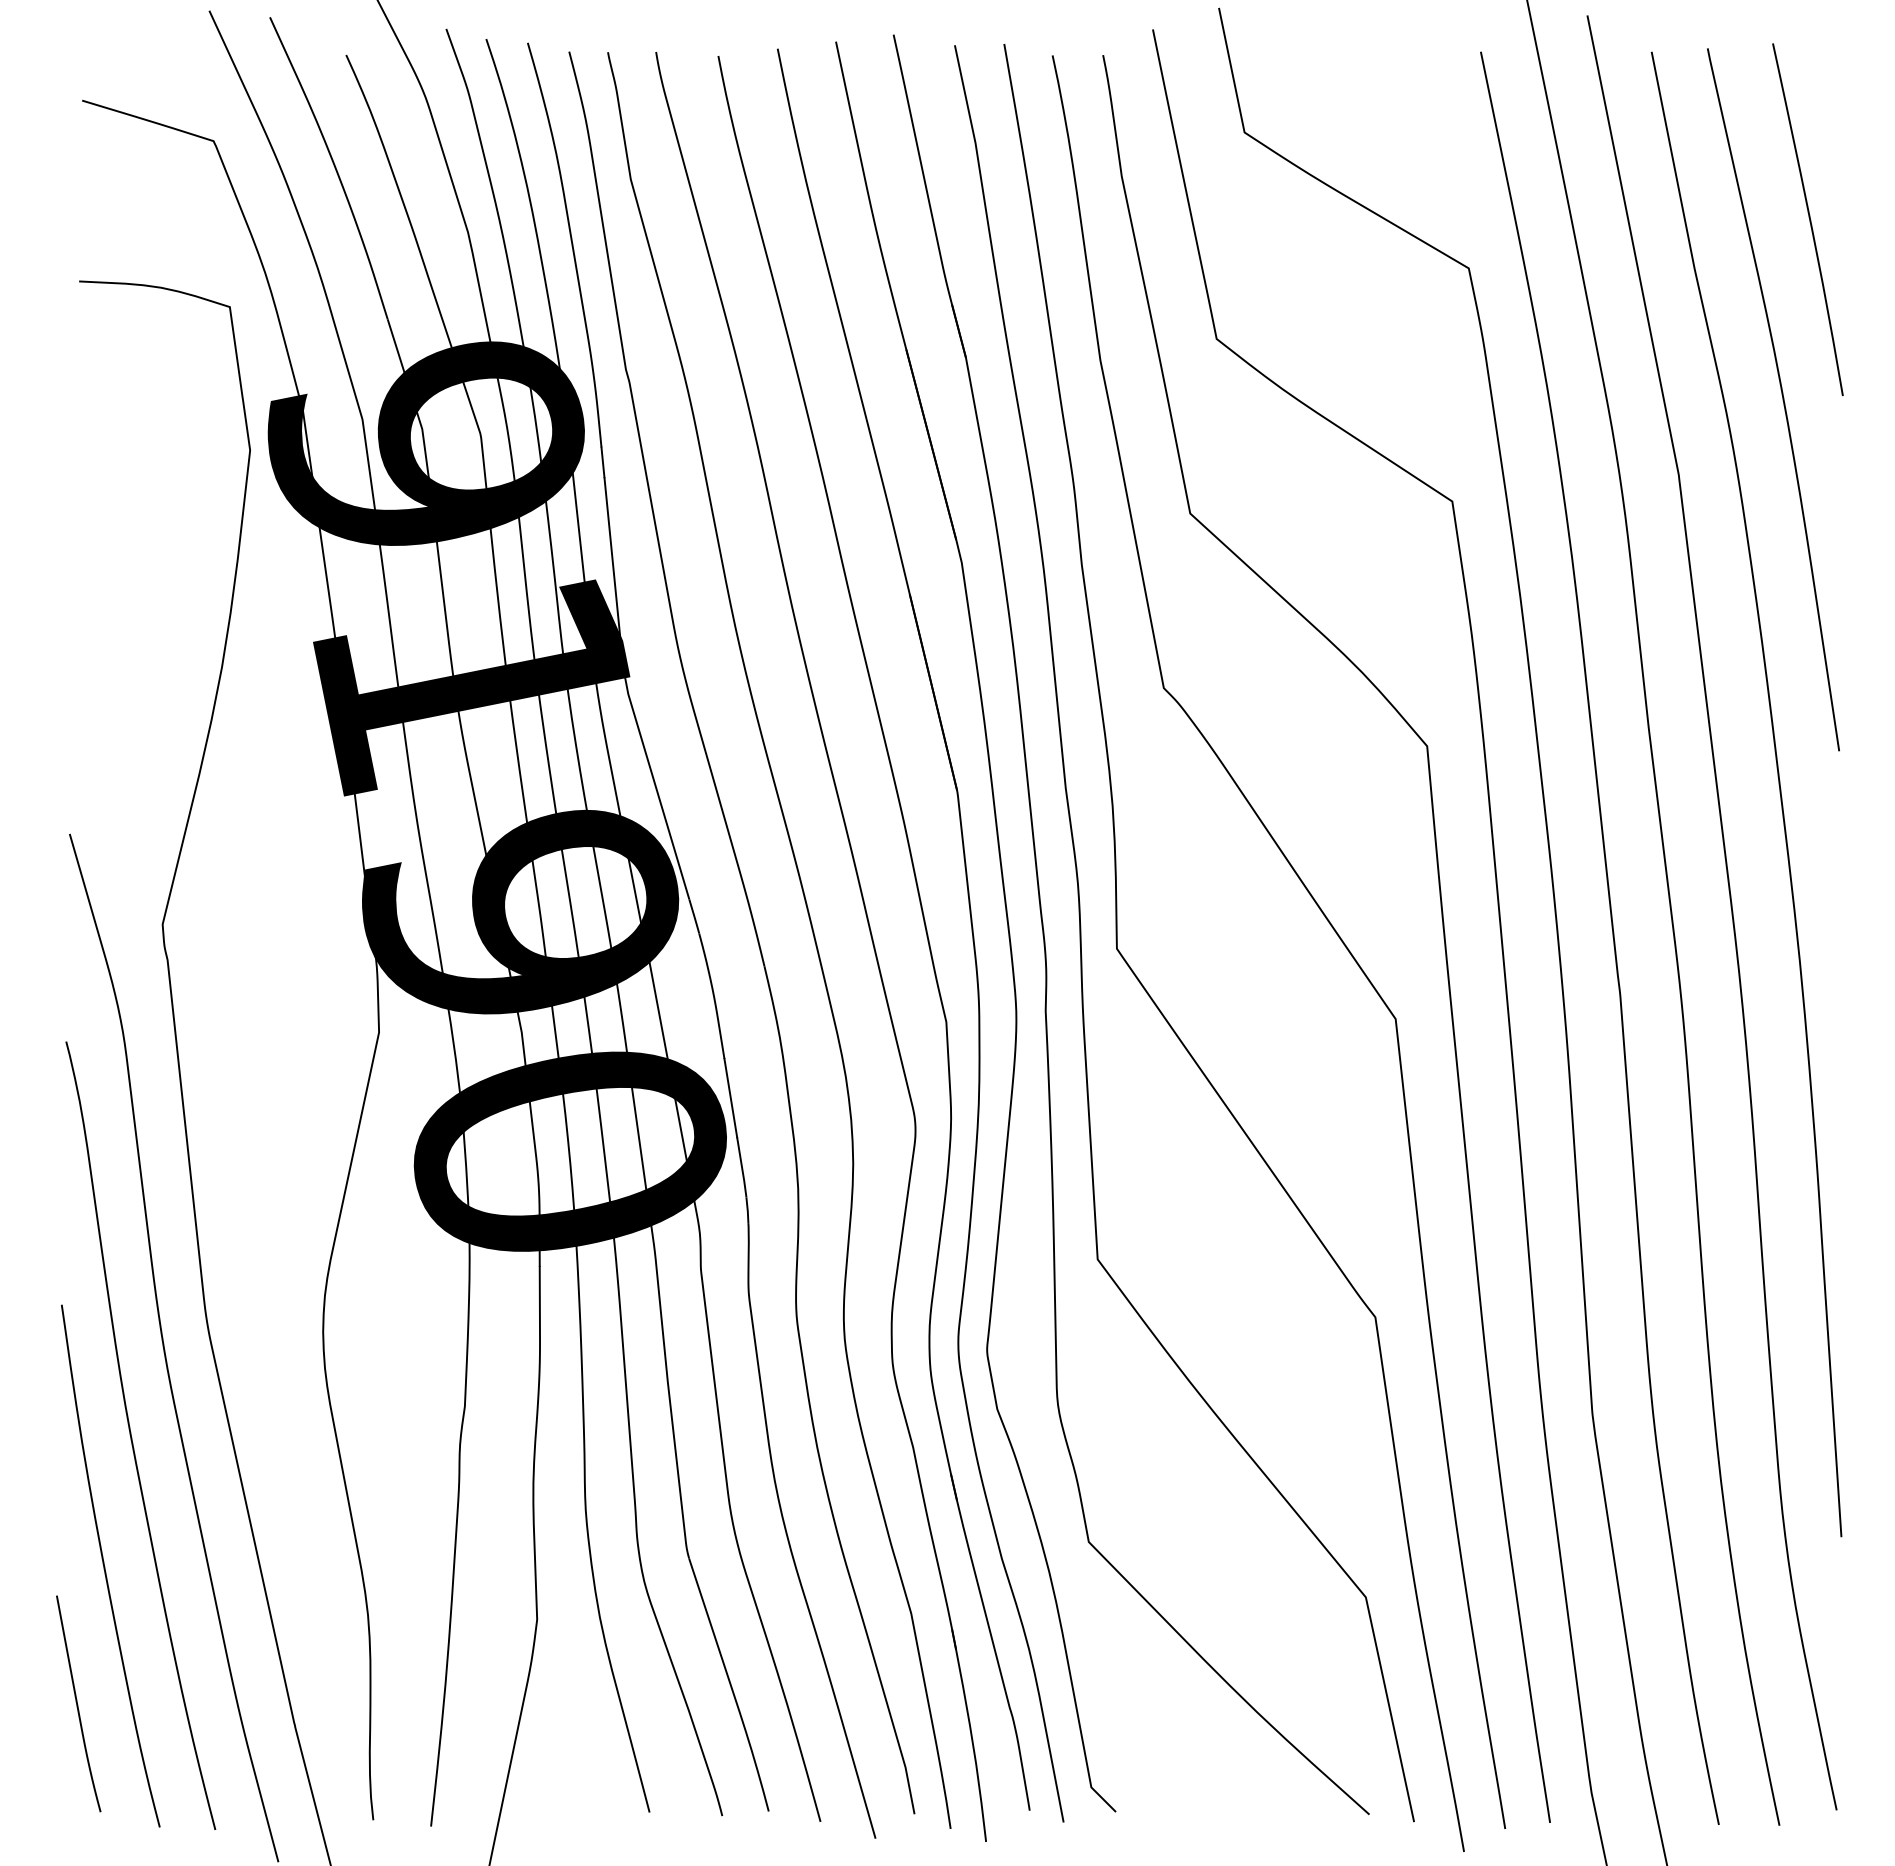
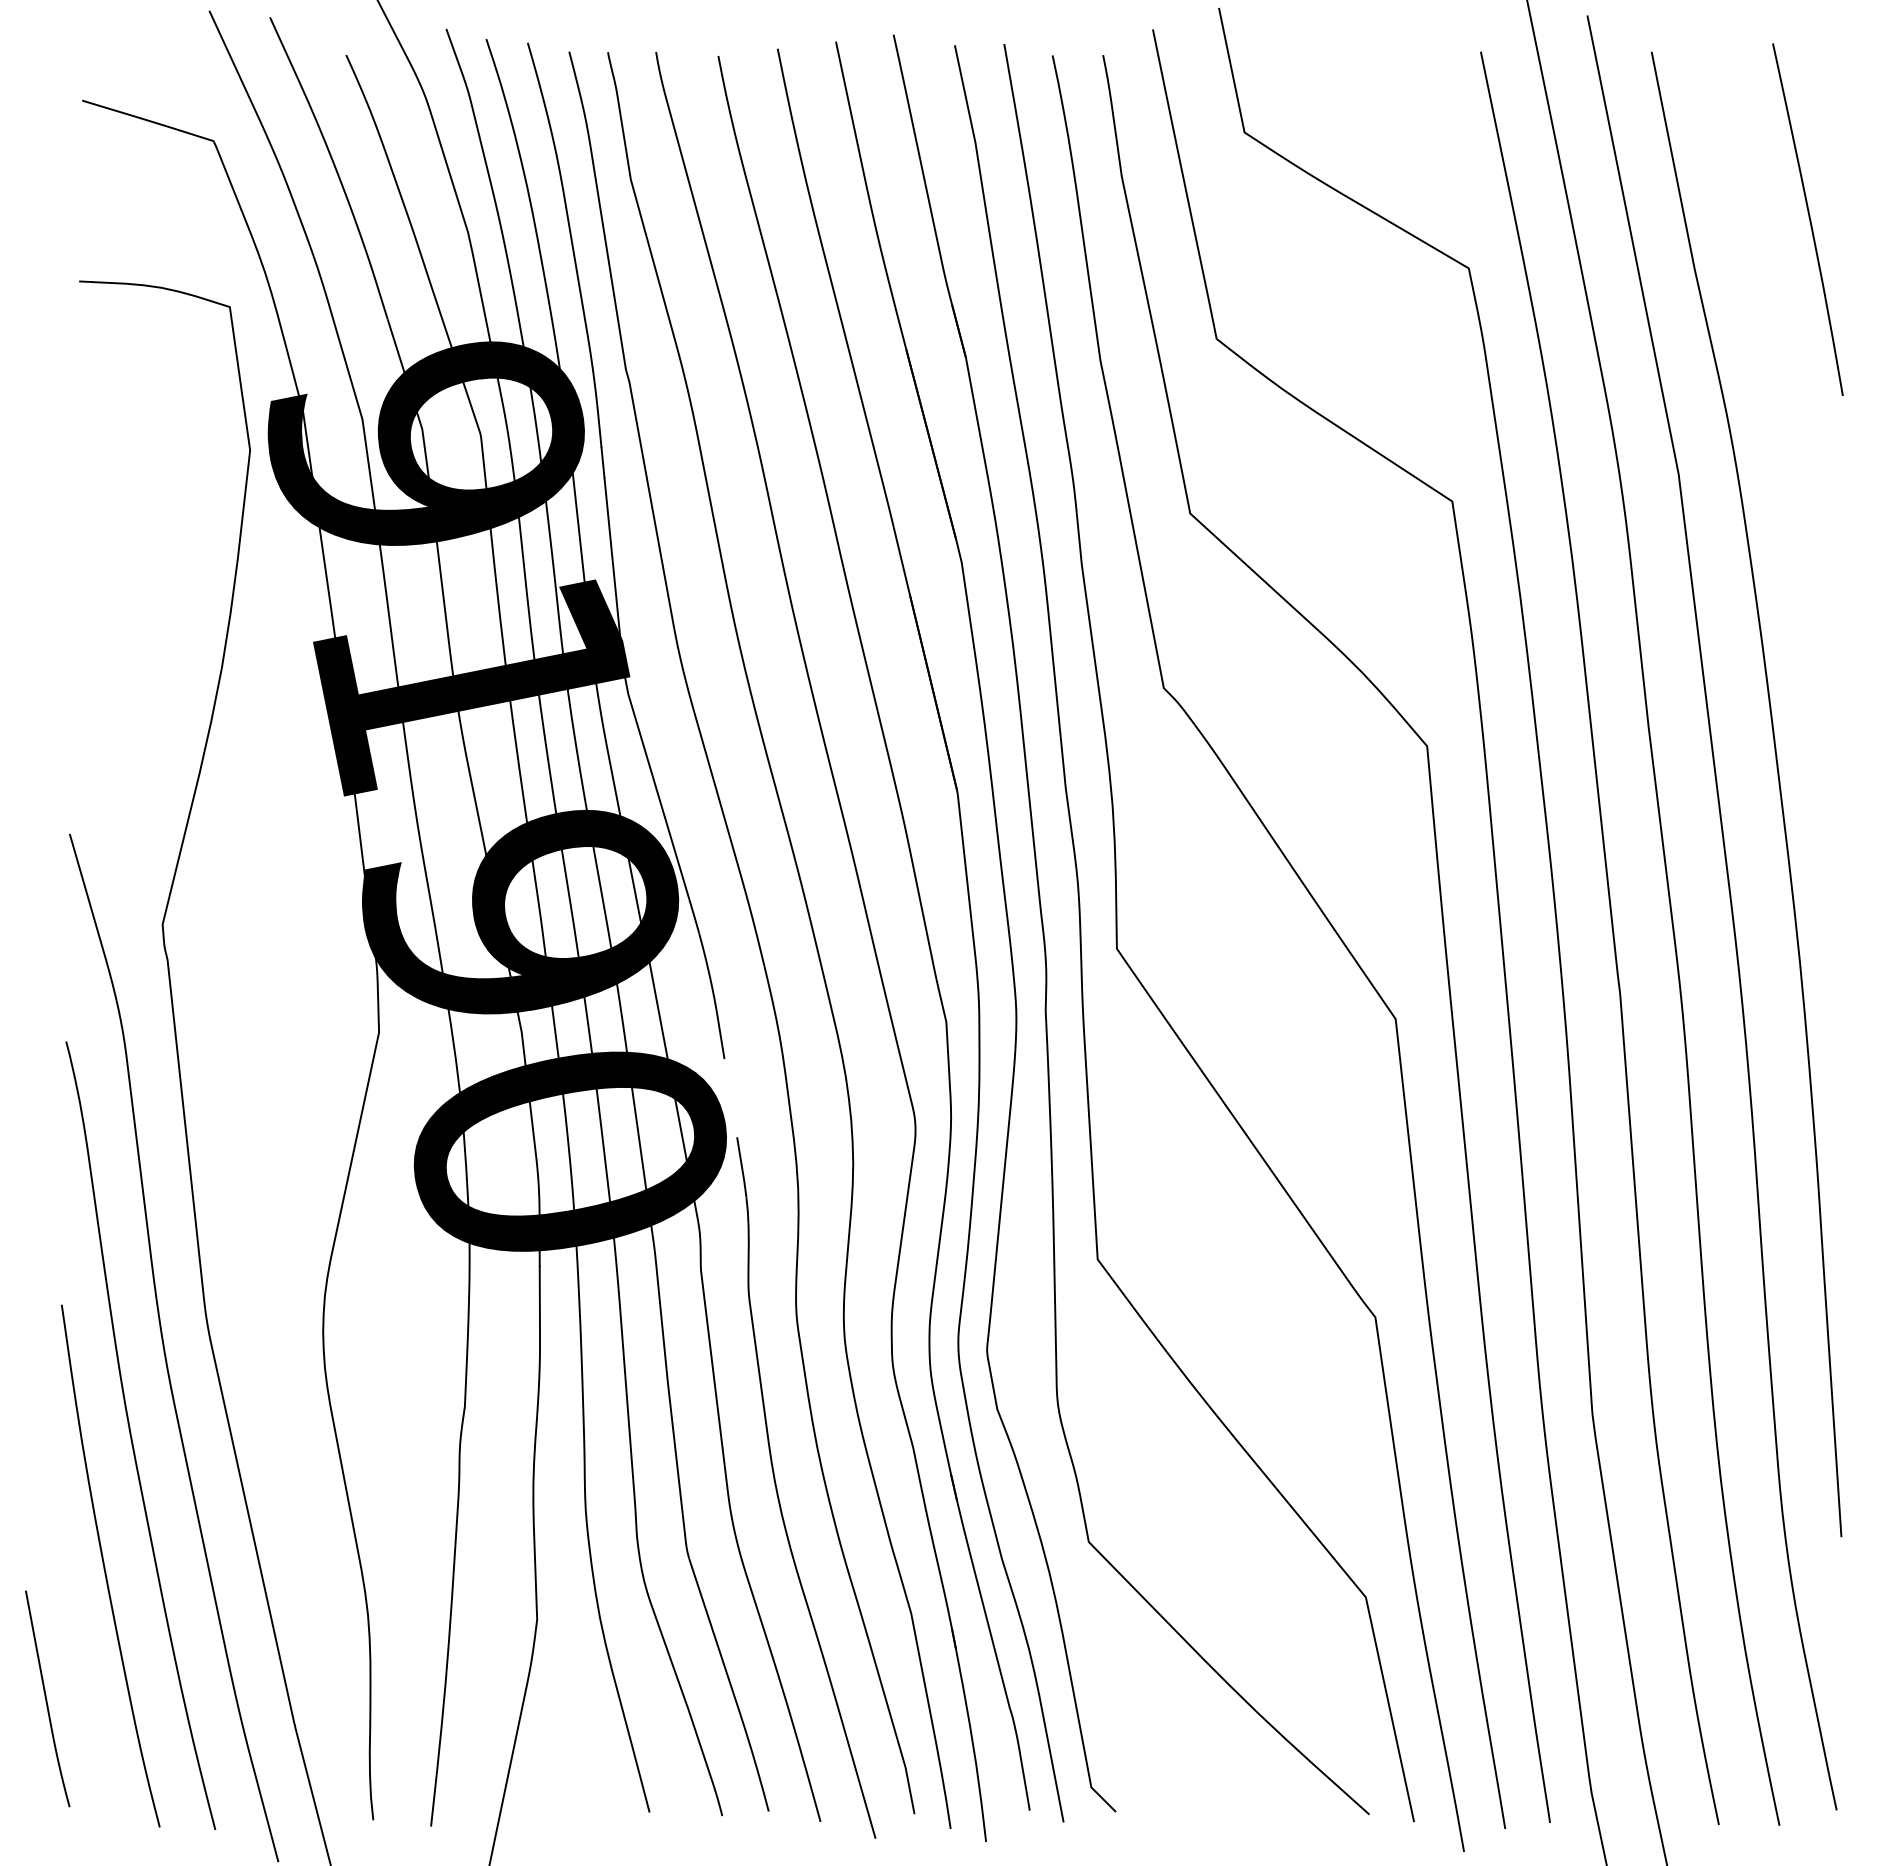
curve at (1781, 395): present -> none
line at (730, 1098): present -> none
curve at (77, 1703) position: (77, 1703) -> (46, 1698)
